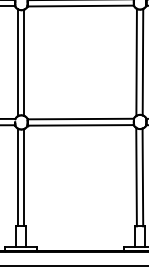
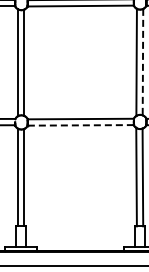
line at (142, 62): solid -> dashed
line at (80, 125): solid -> dashed
